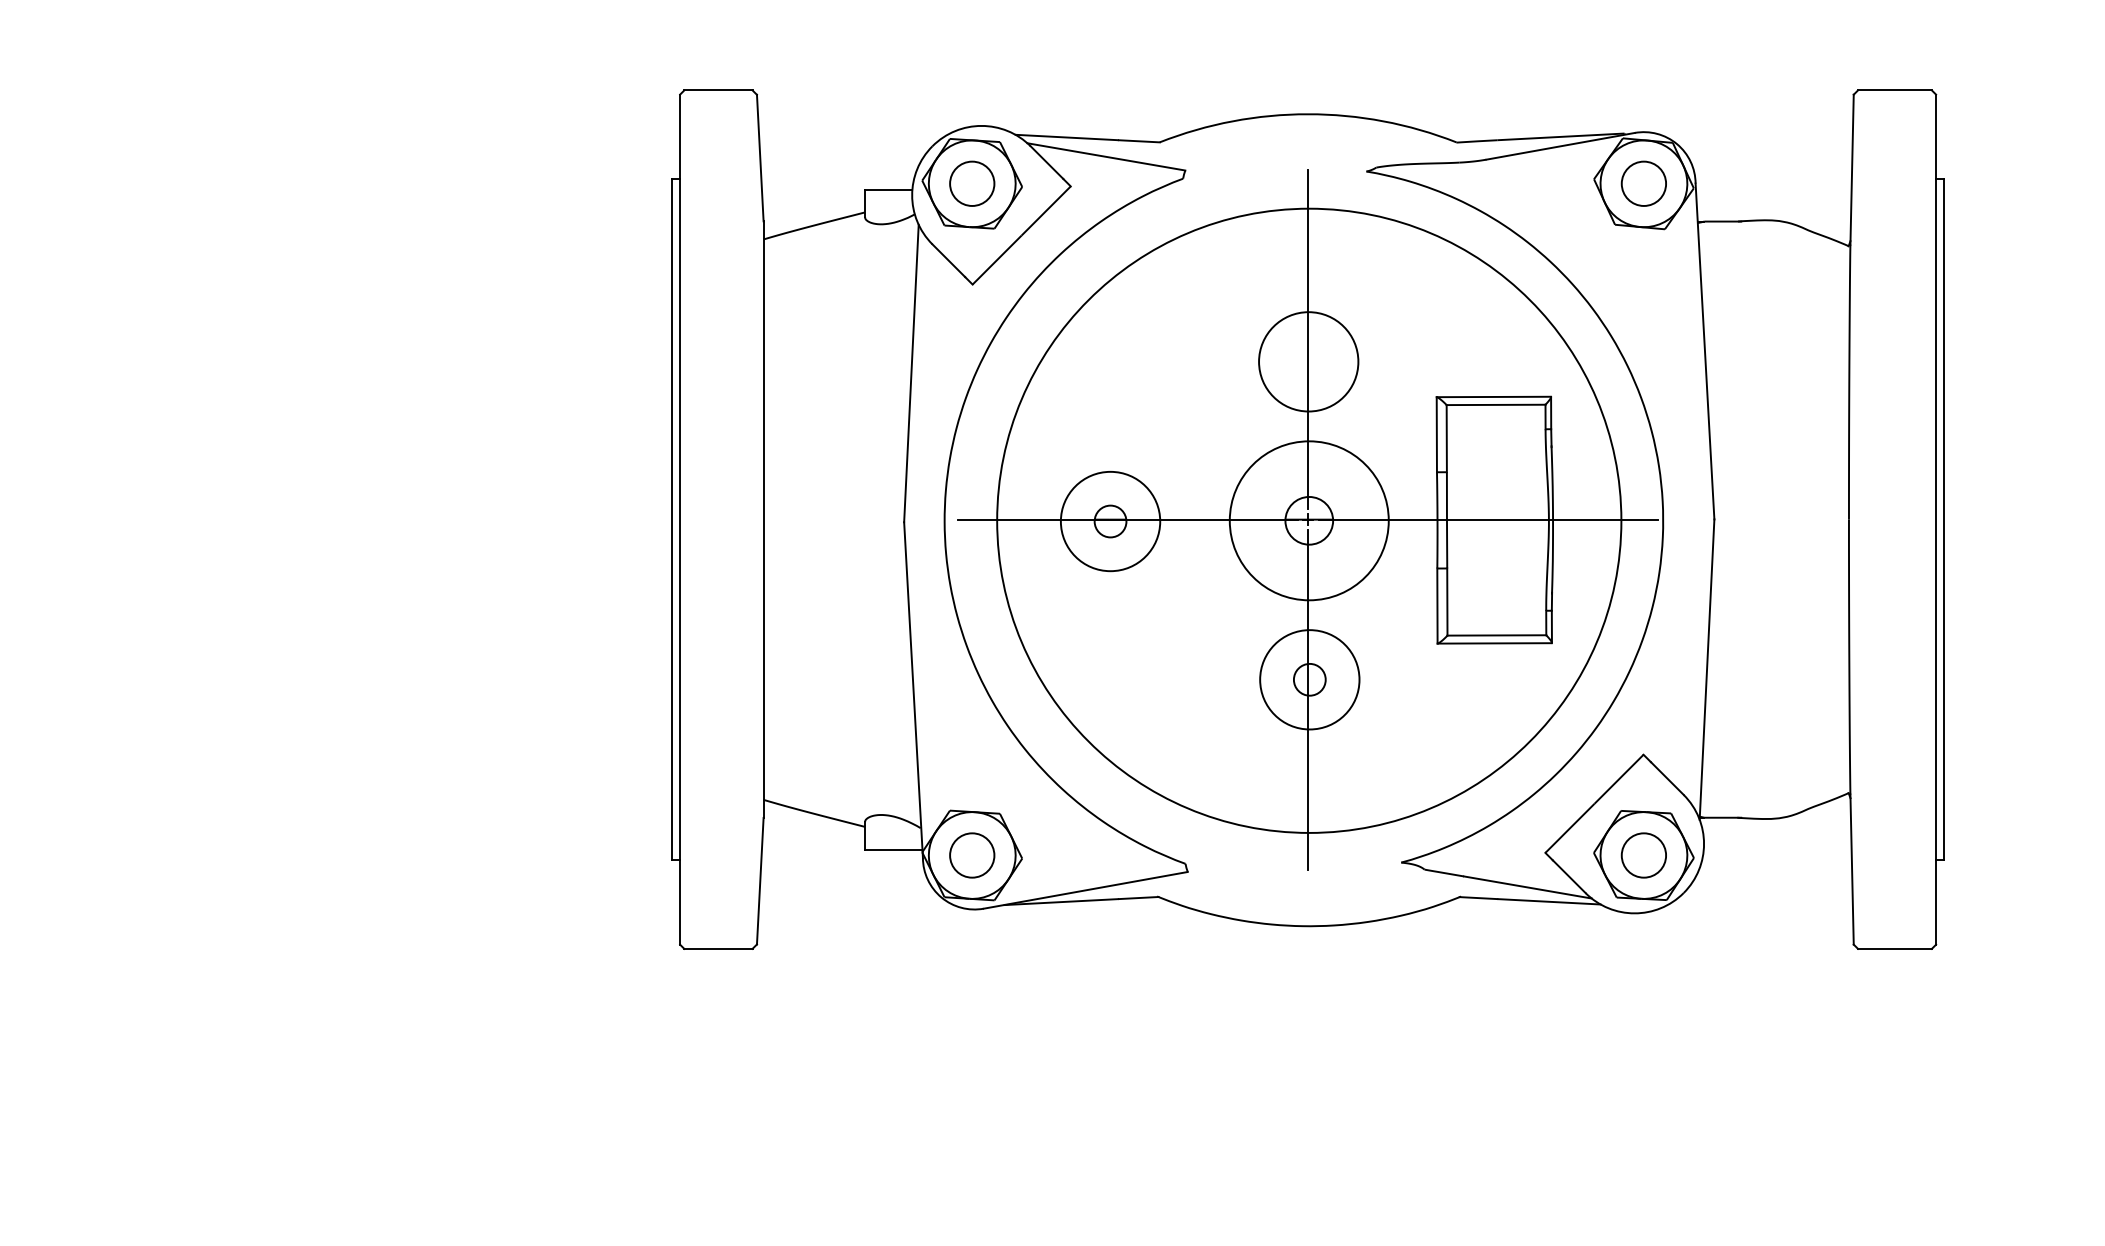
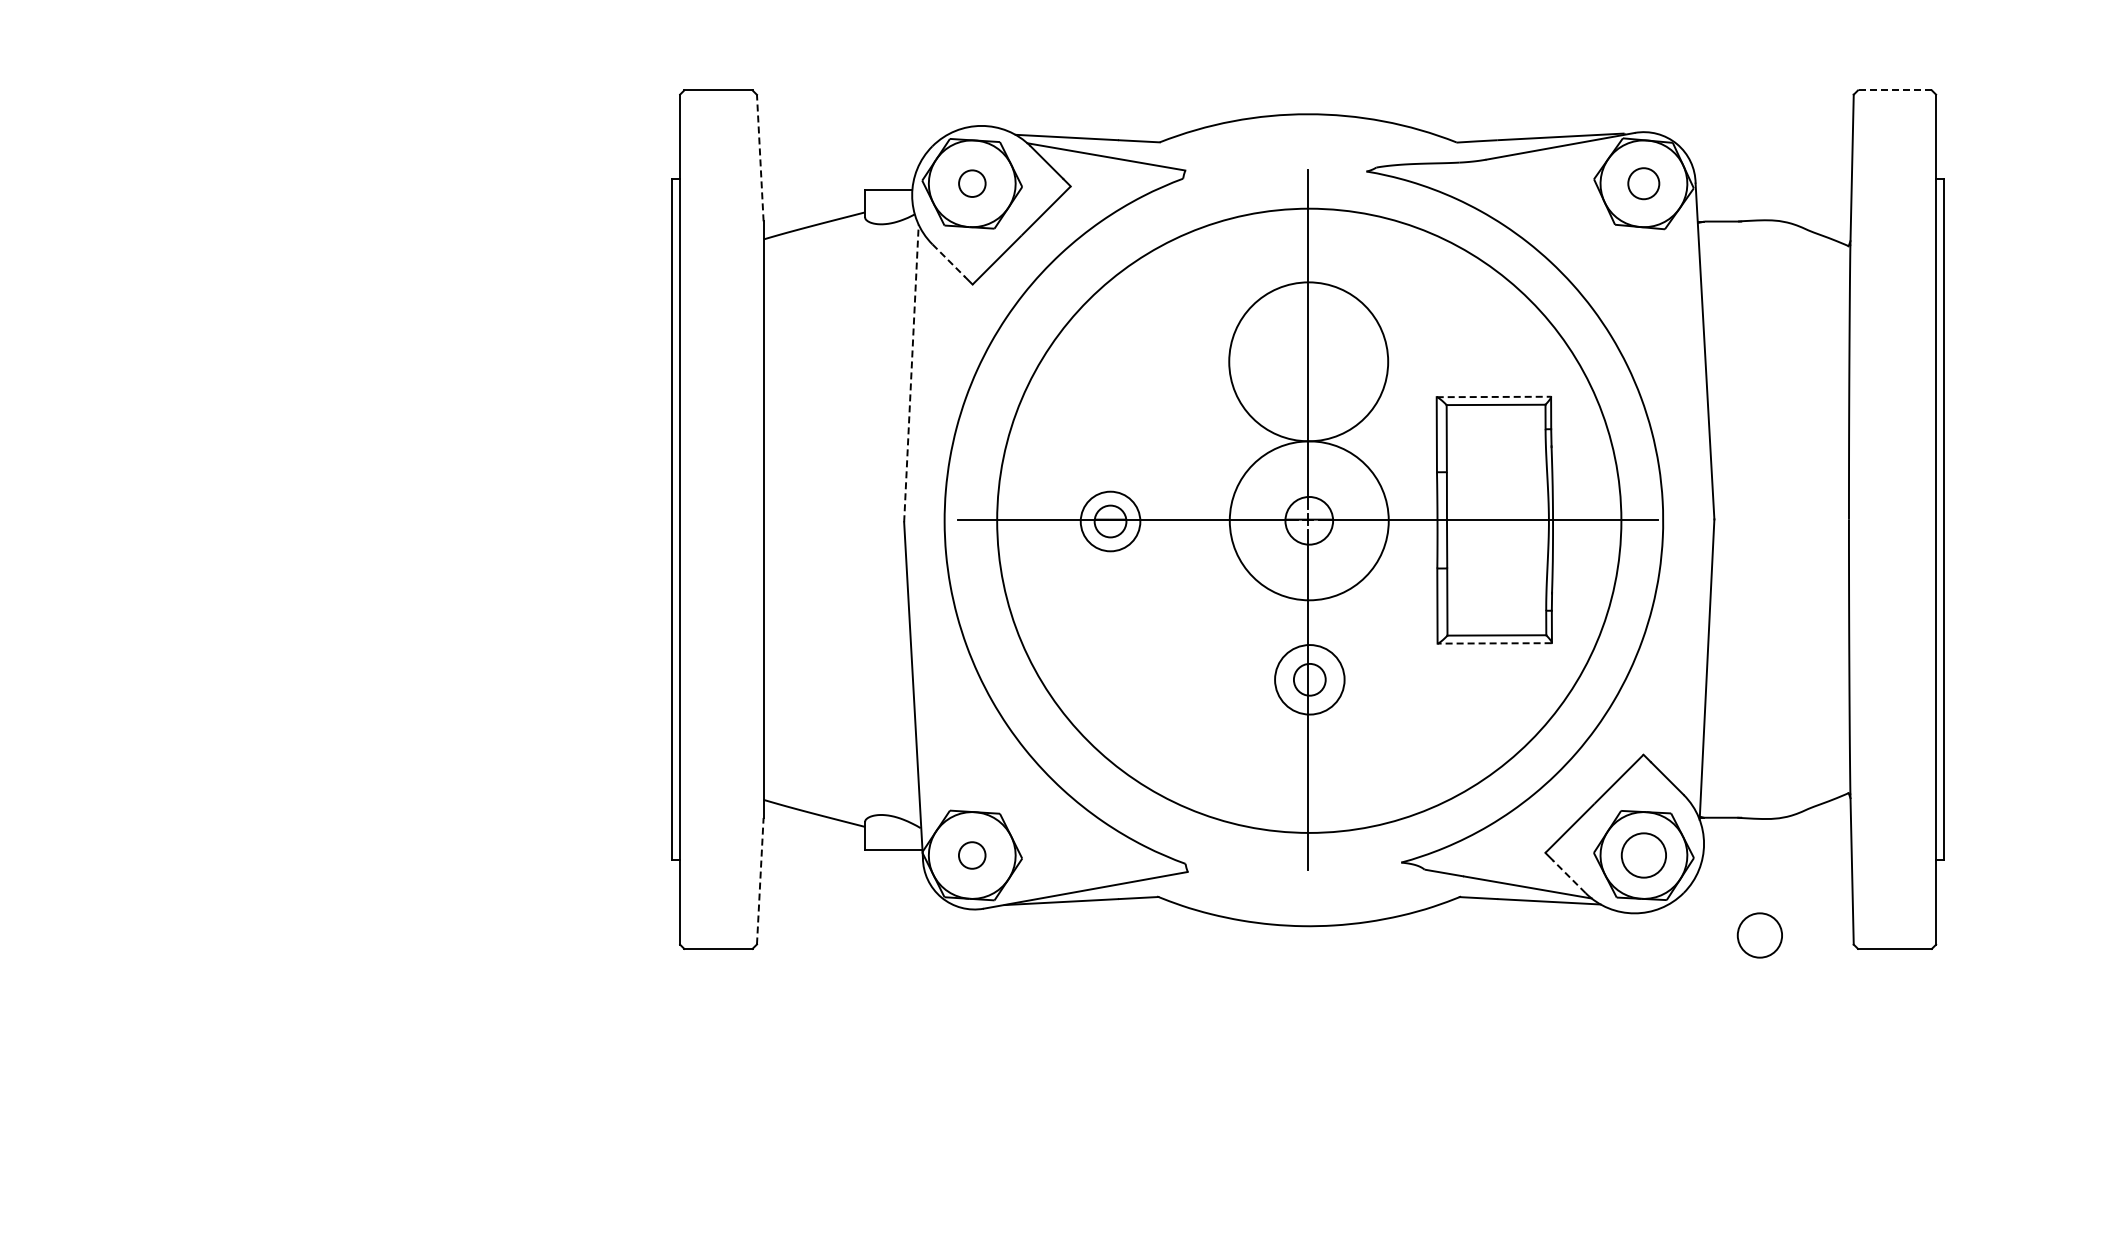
line at (1894, 90): solid -> dashed
line at (760, 157): solid -> dashed
circle at (972, 183) size: 47x47 px -> 29x29 px
circle at (1643, 183) size: 47x47 px -> 34x34 px
line at (949, 261): solid -> dashed
circle at (1308, 361) diameter: 99 px -> 159 px
line at (911, 373): solid -> dashed
line at (1494, 396): solid -> dashed
circle at (1110, 521) diameter: 99 px -> 60 px
line at (1494, 643): solid -> dashed
circle at (1309, 679) diameter: 99 px -> 70 px
circle at (972, 855) diameter: 44 px -> 27 px
line at (1568, 876): solid -> dashed
line at (760, 880): solid -> dashed
circle at (1759, 935): none -> present
